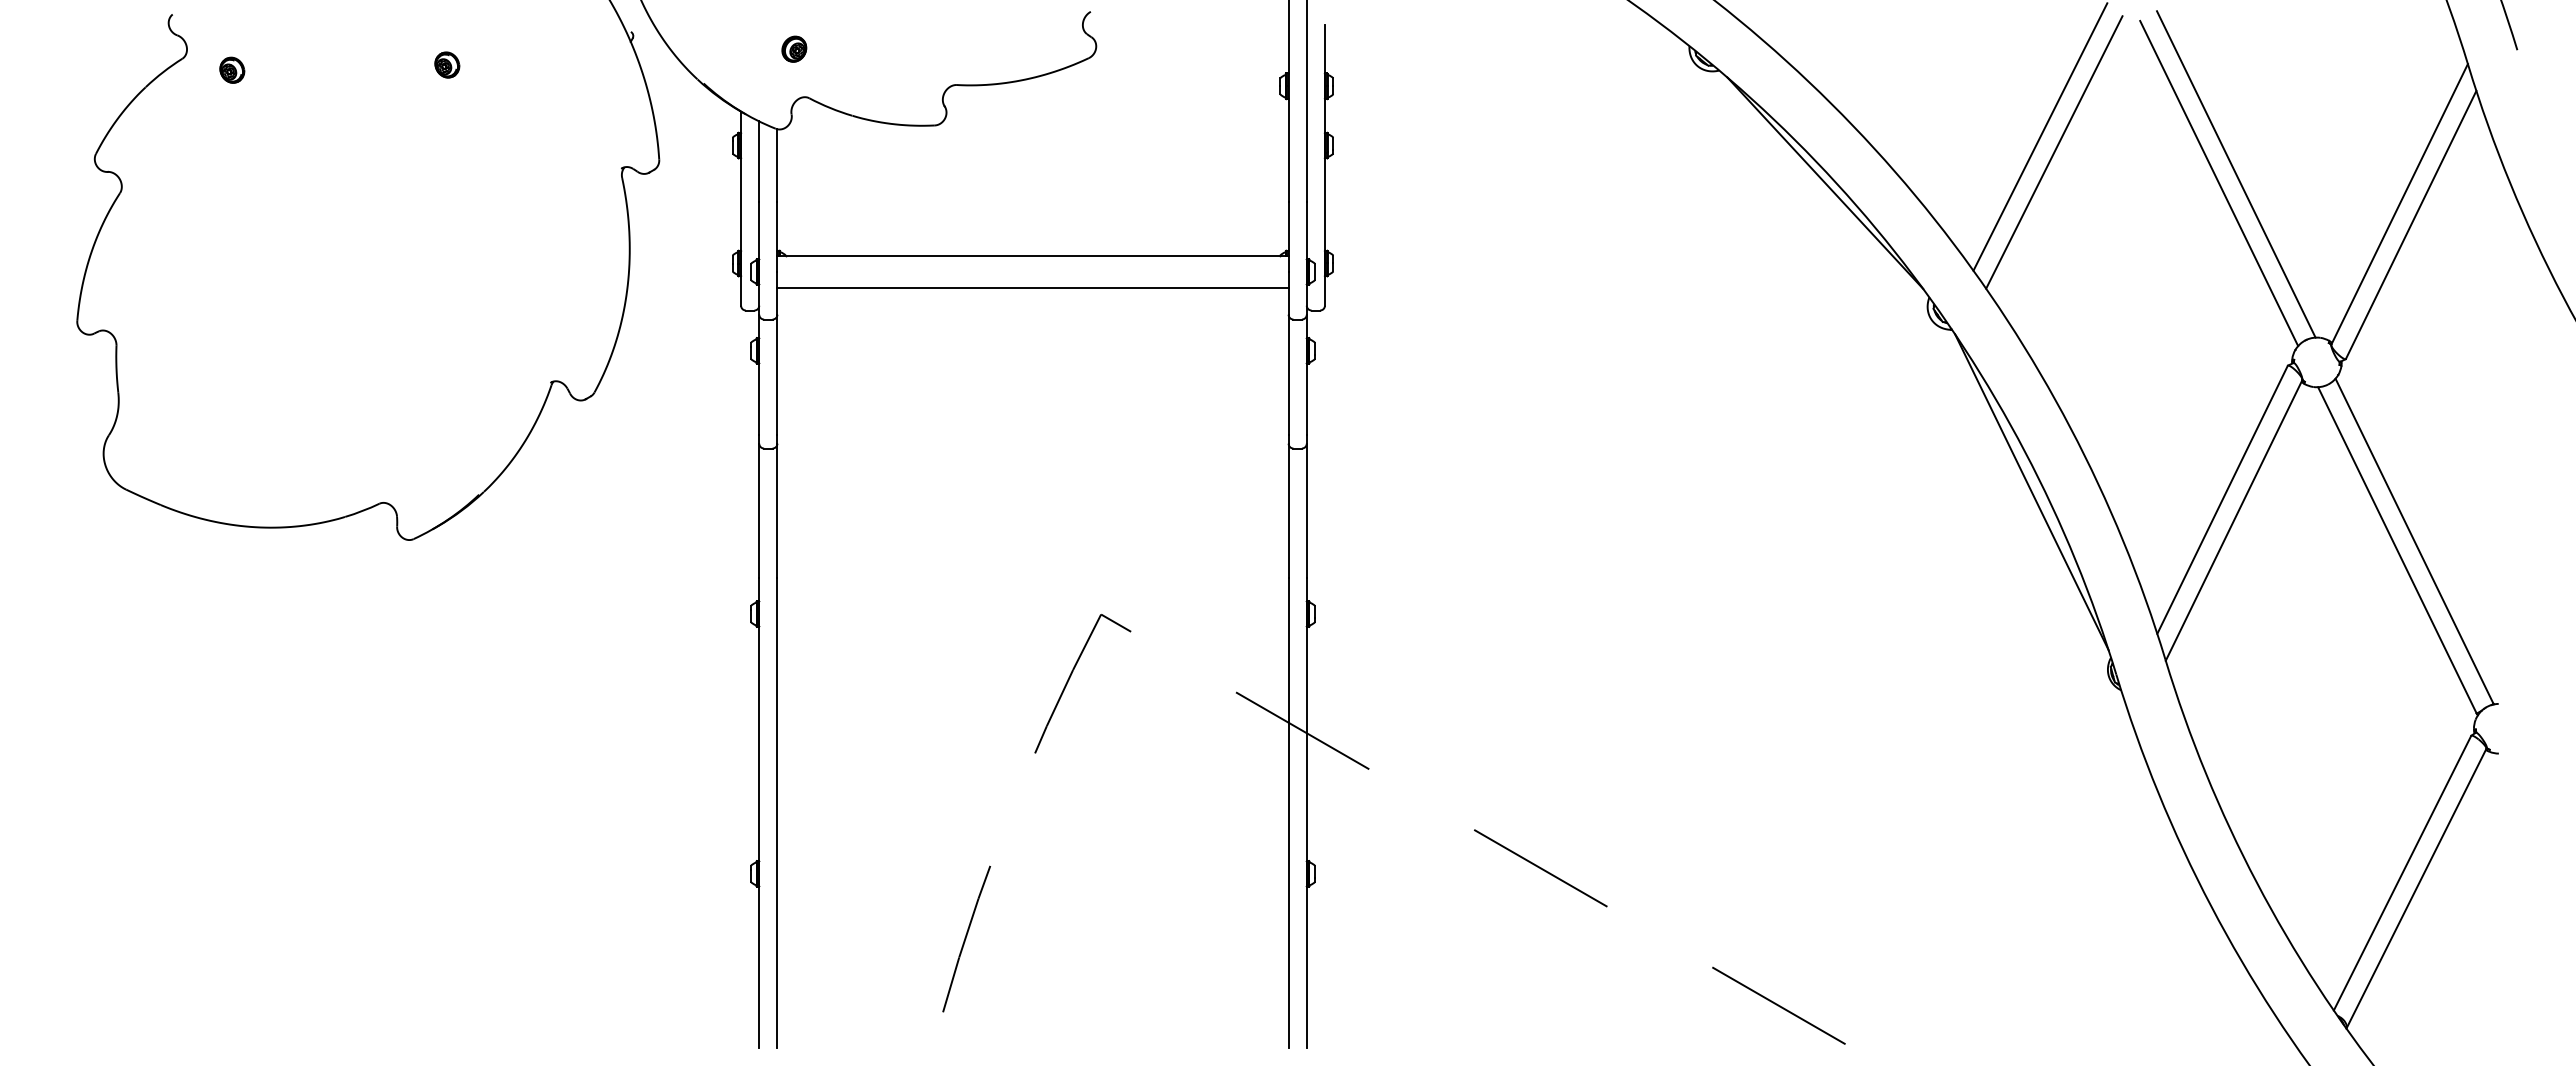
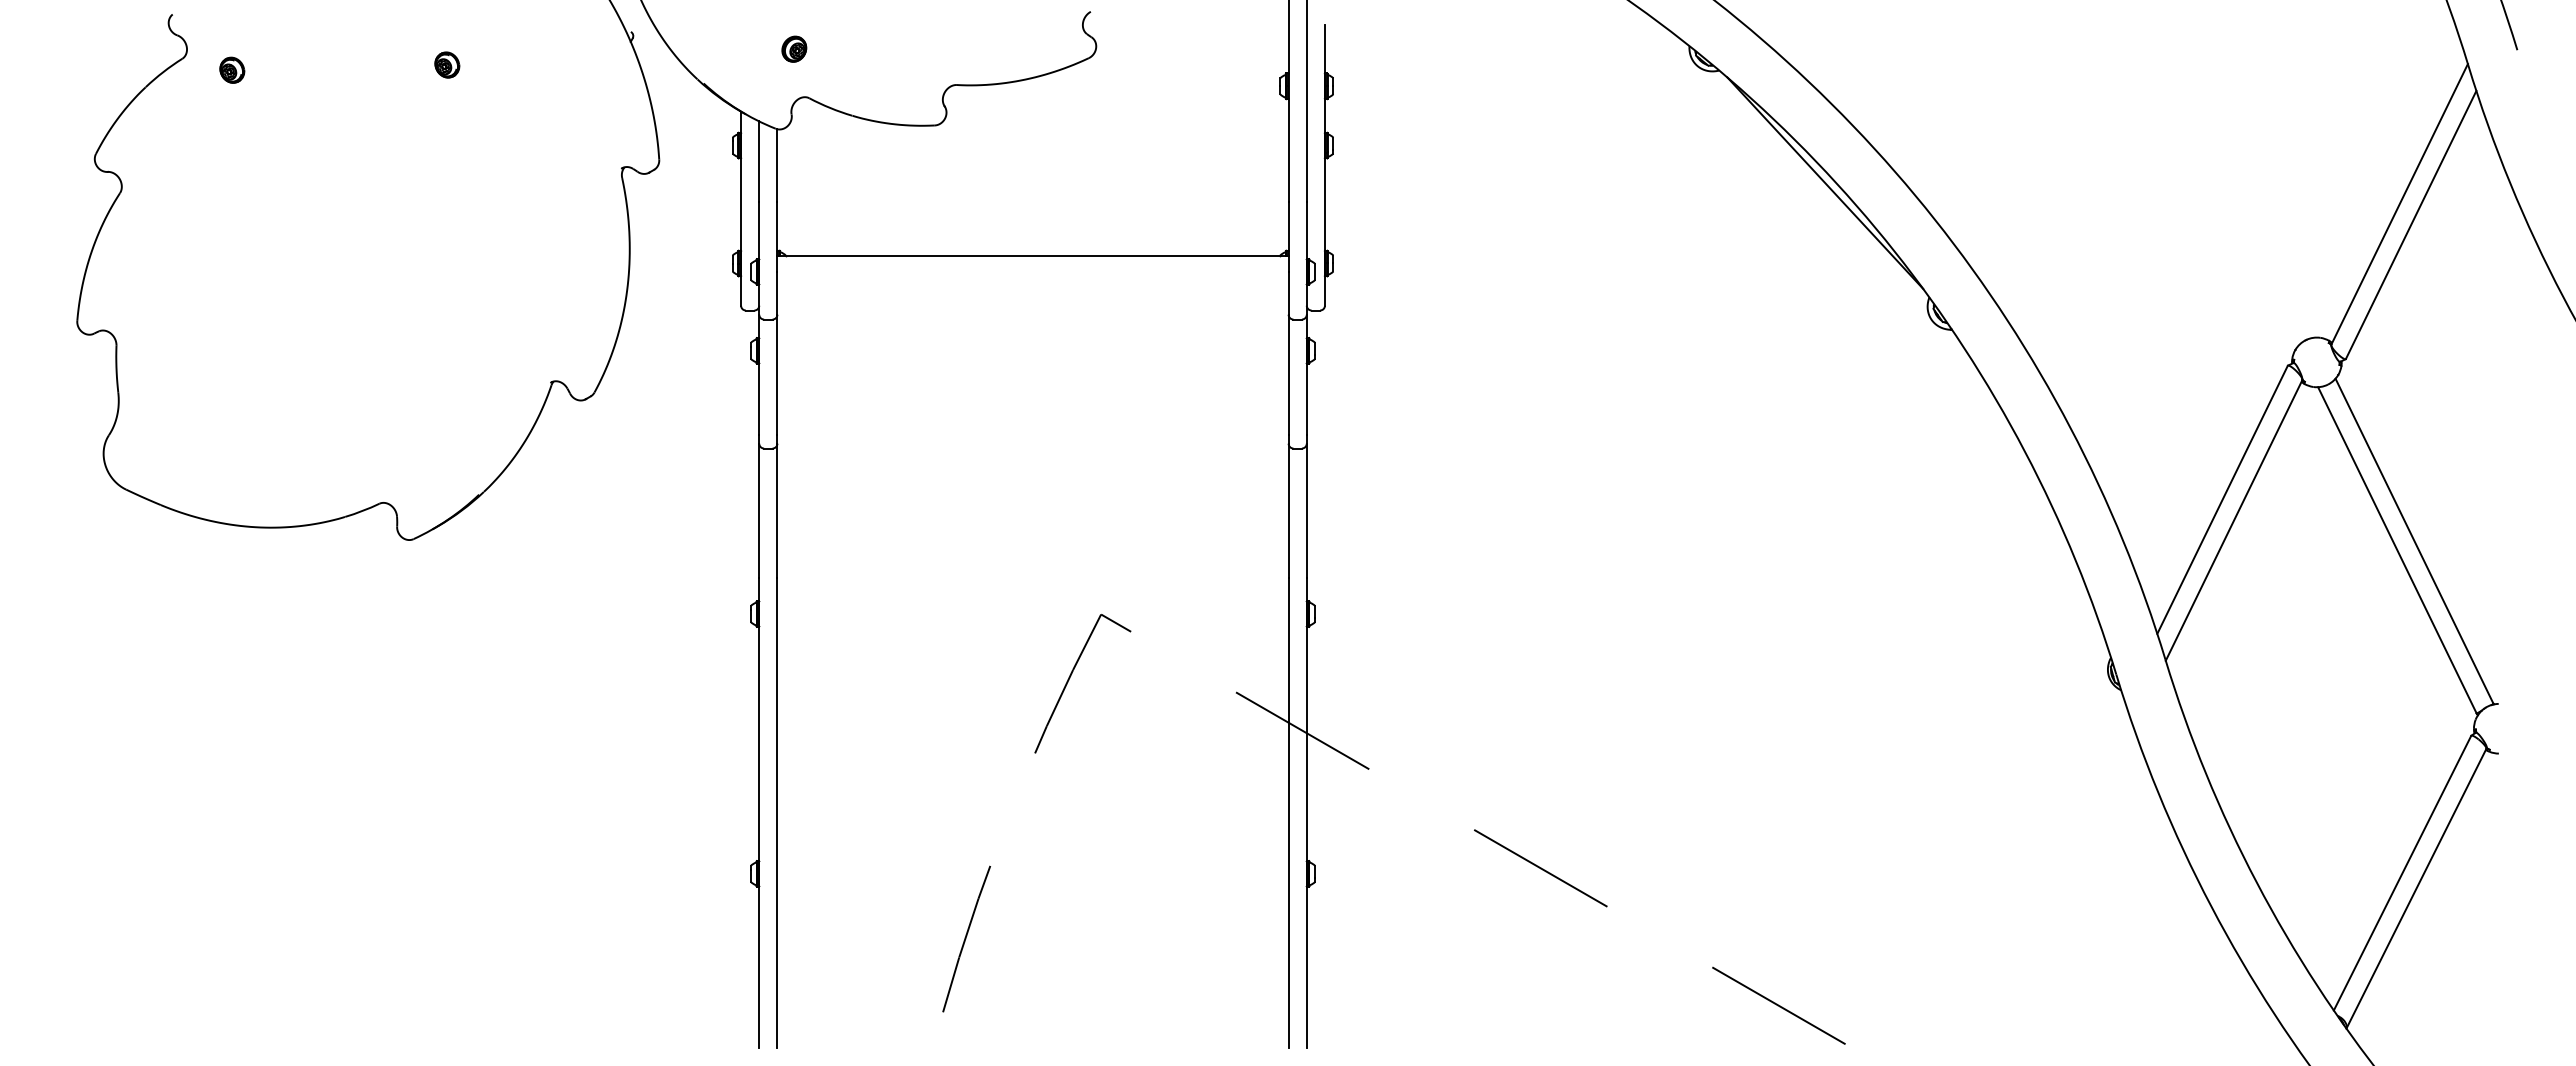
line at (2040, 136): present -> none
line at (2054, 152): present -> none
line at (2235, 174): present -> none
line at (2219, 183): present -> none
line at (1032, 288): present -> none
line at (2031, 492): present -> none
